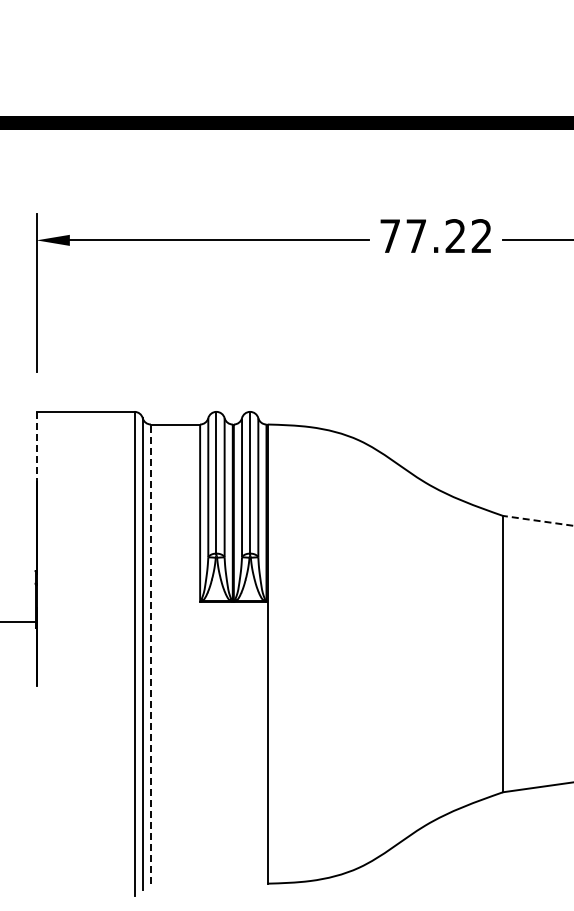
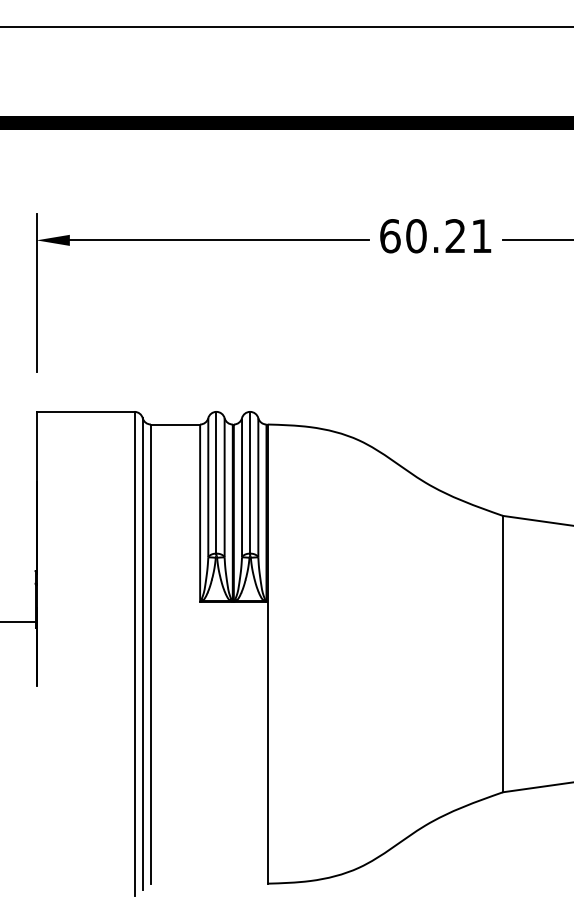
line at (286, 27): none -> present
text at (435, 236): 77.22 -> 60.21
line at (36, 446): dashed -> solid
line at (537, 520): dashed -> solid
line at (150, 654): dashed -> solid
